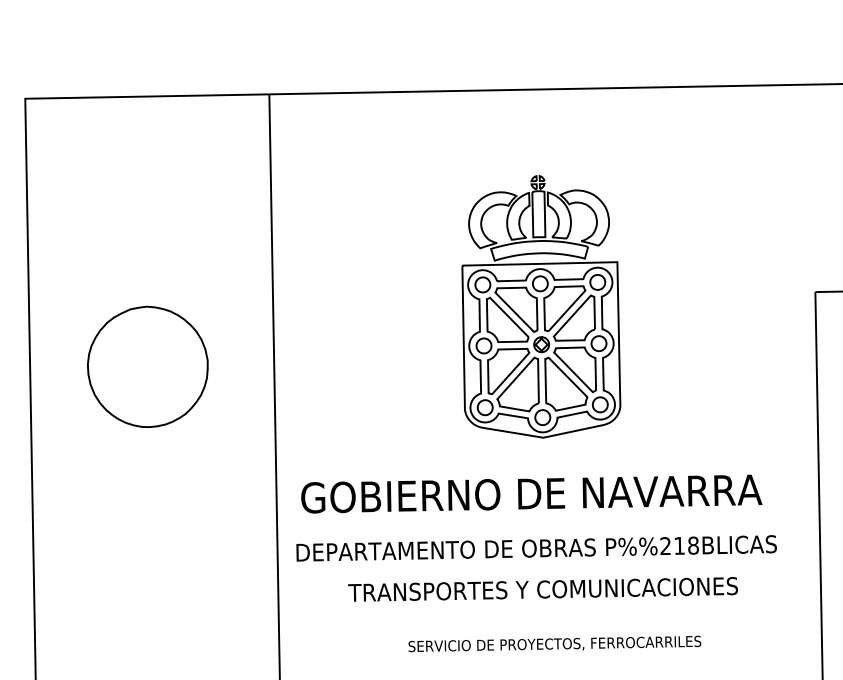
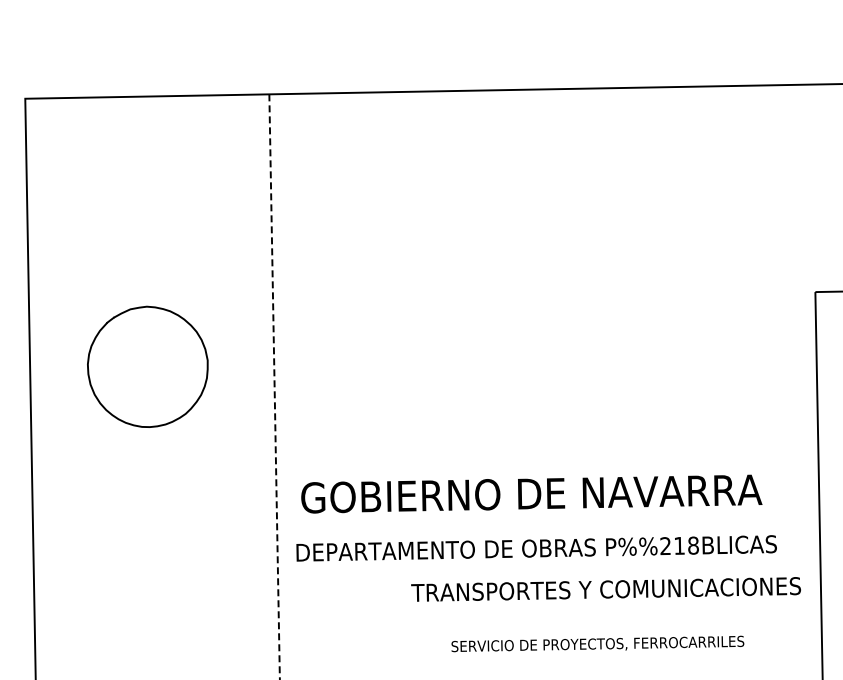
part at (541, 306): present -> none
line at (274, 387): solid -> dashed
text at (542, 589) position: (542, 589) -> (605, 589)
text at (554, 643) position: (554, 643) -> (597, 643)
